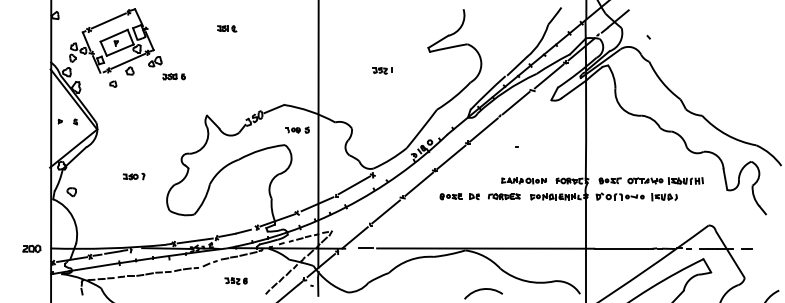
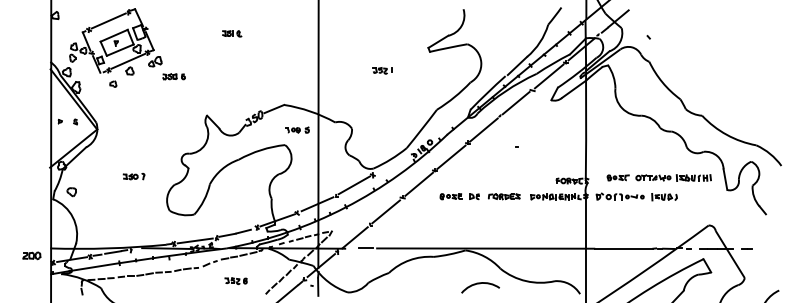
part at (227, 28) position: (227, 28) -> (232, 33)
part at (523, 180): present -> none
part at (650, 180) position: (650, 180) -> (658, 177)
part at (31, 248) position: (31, 248) -> (31, 255)
arc at (483, 290) position: (483, 290) -> (480, 284)
